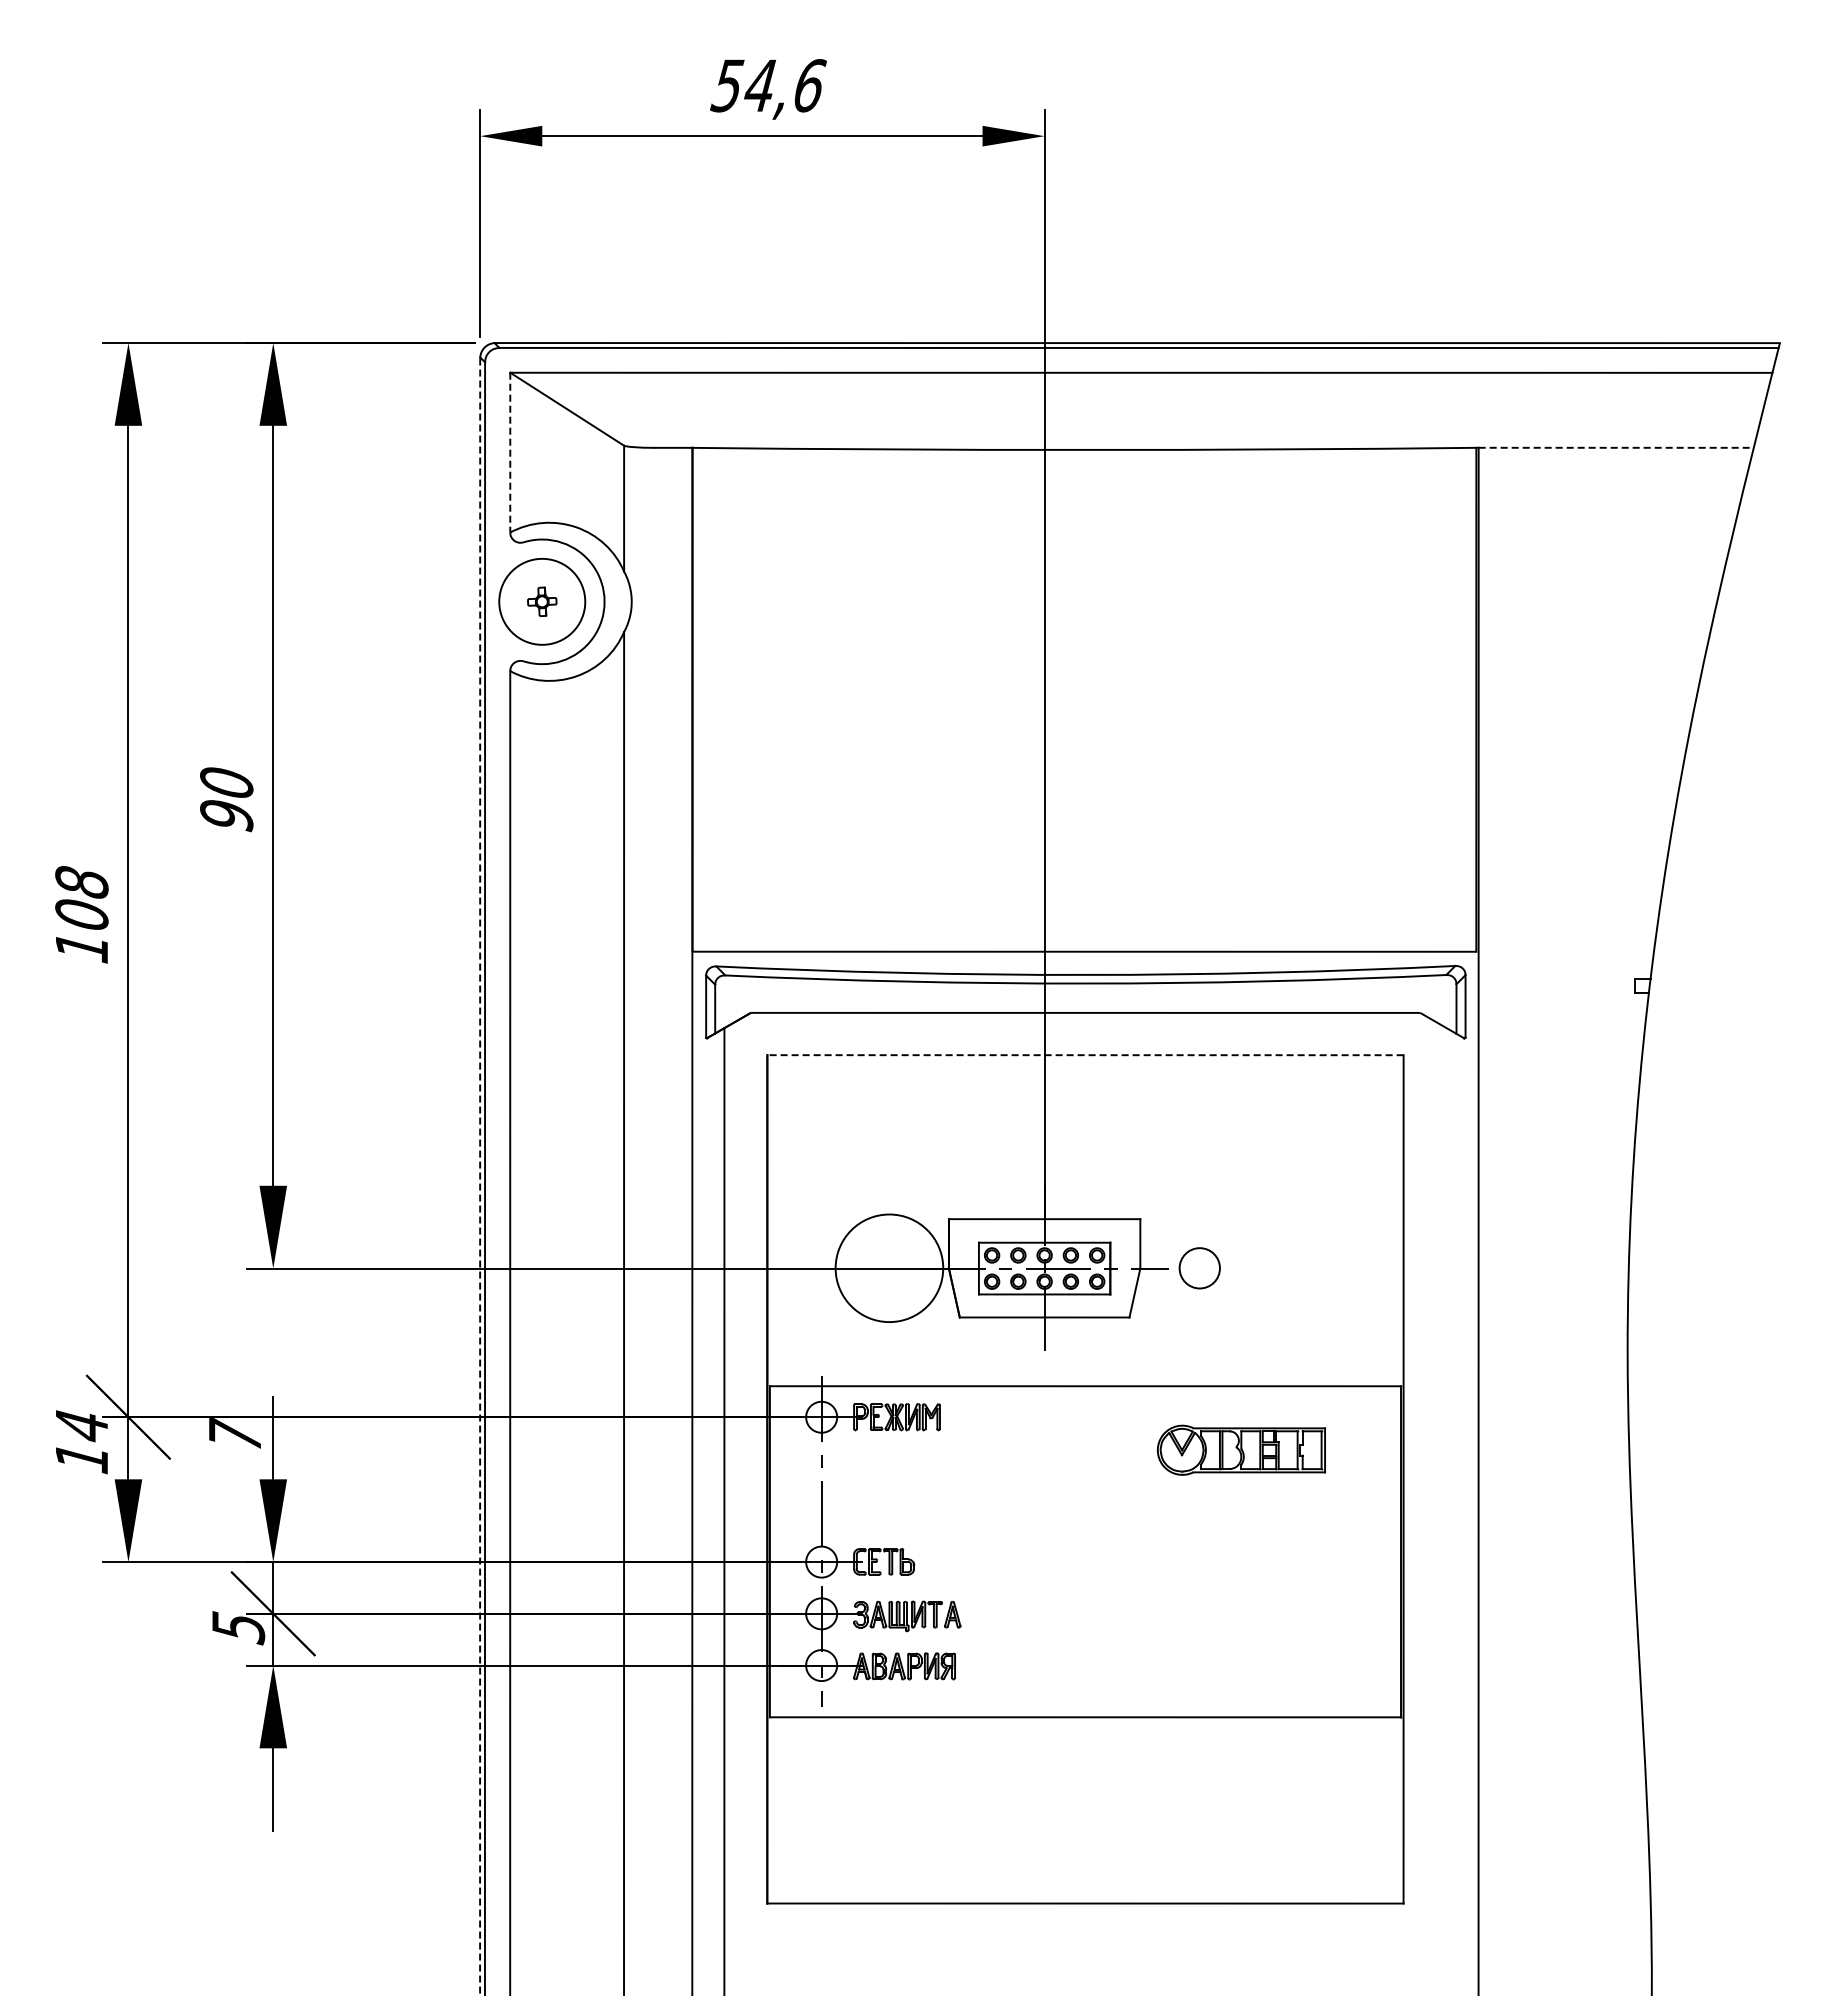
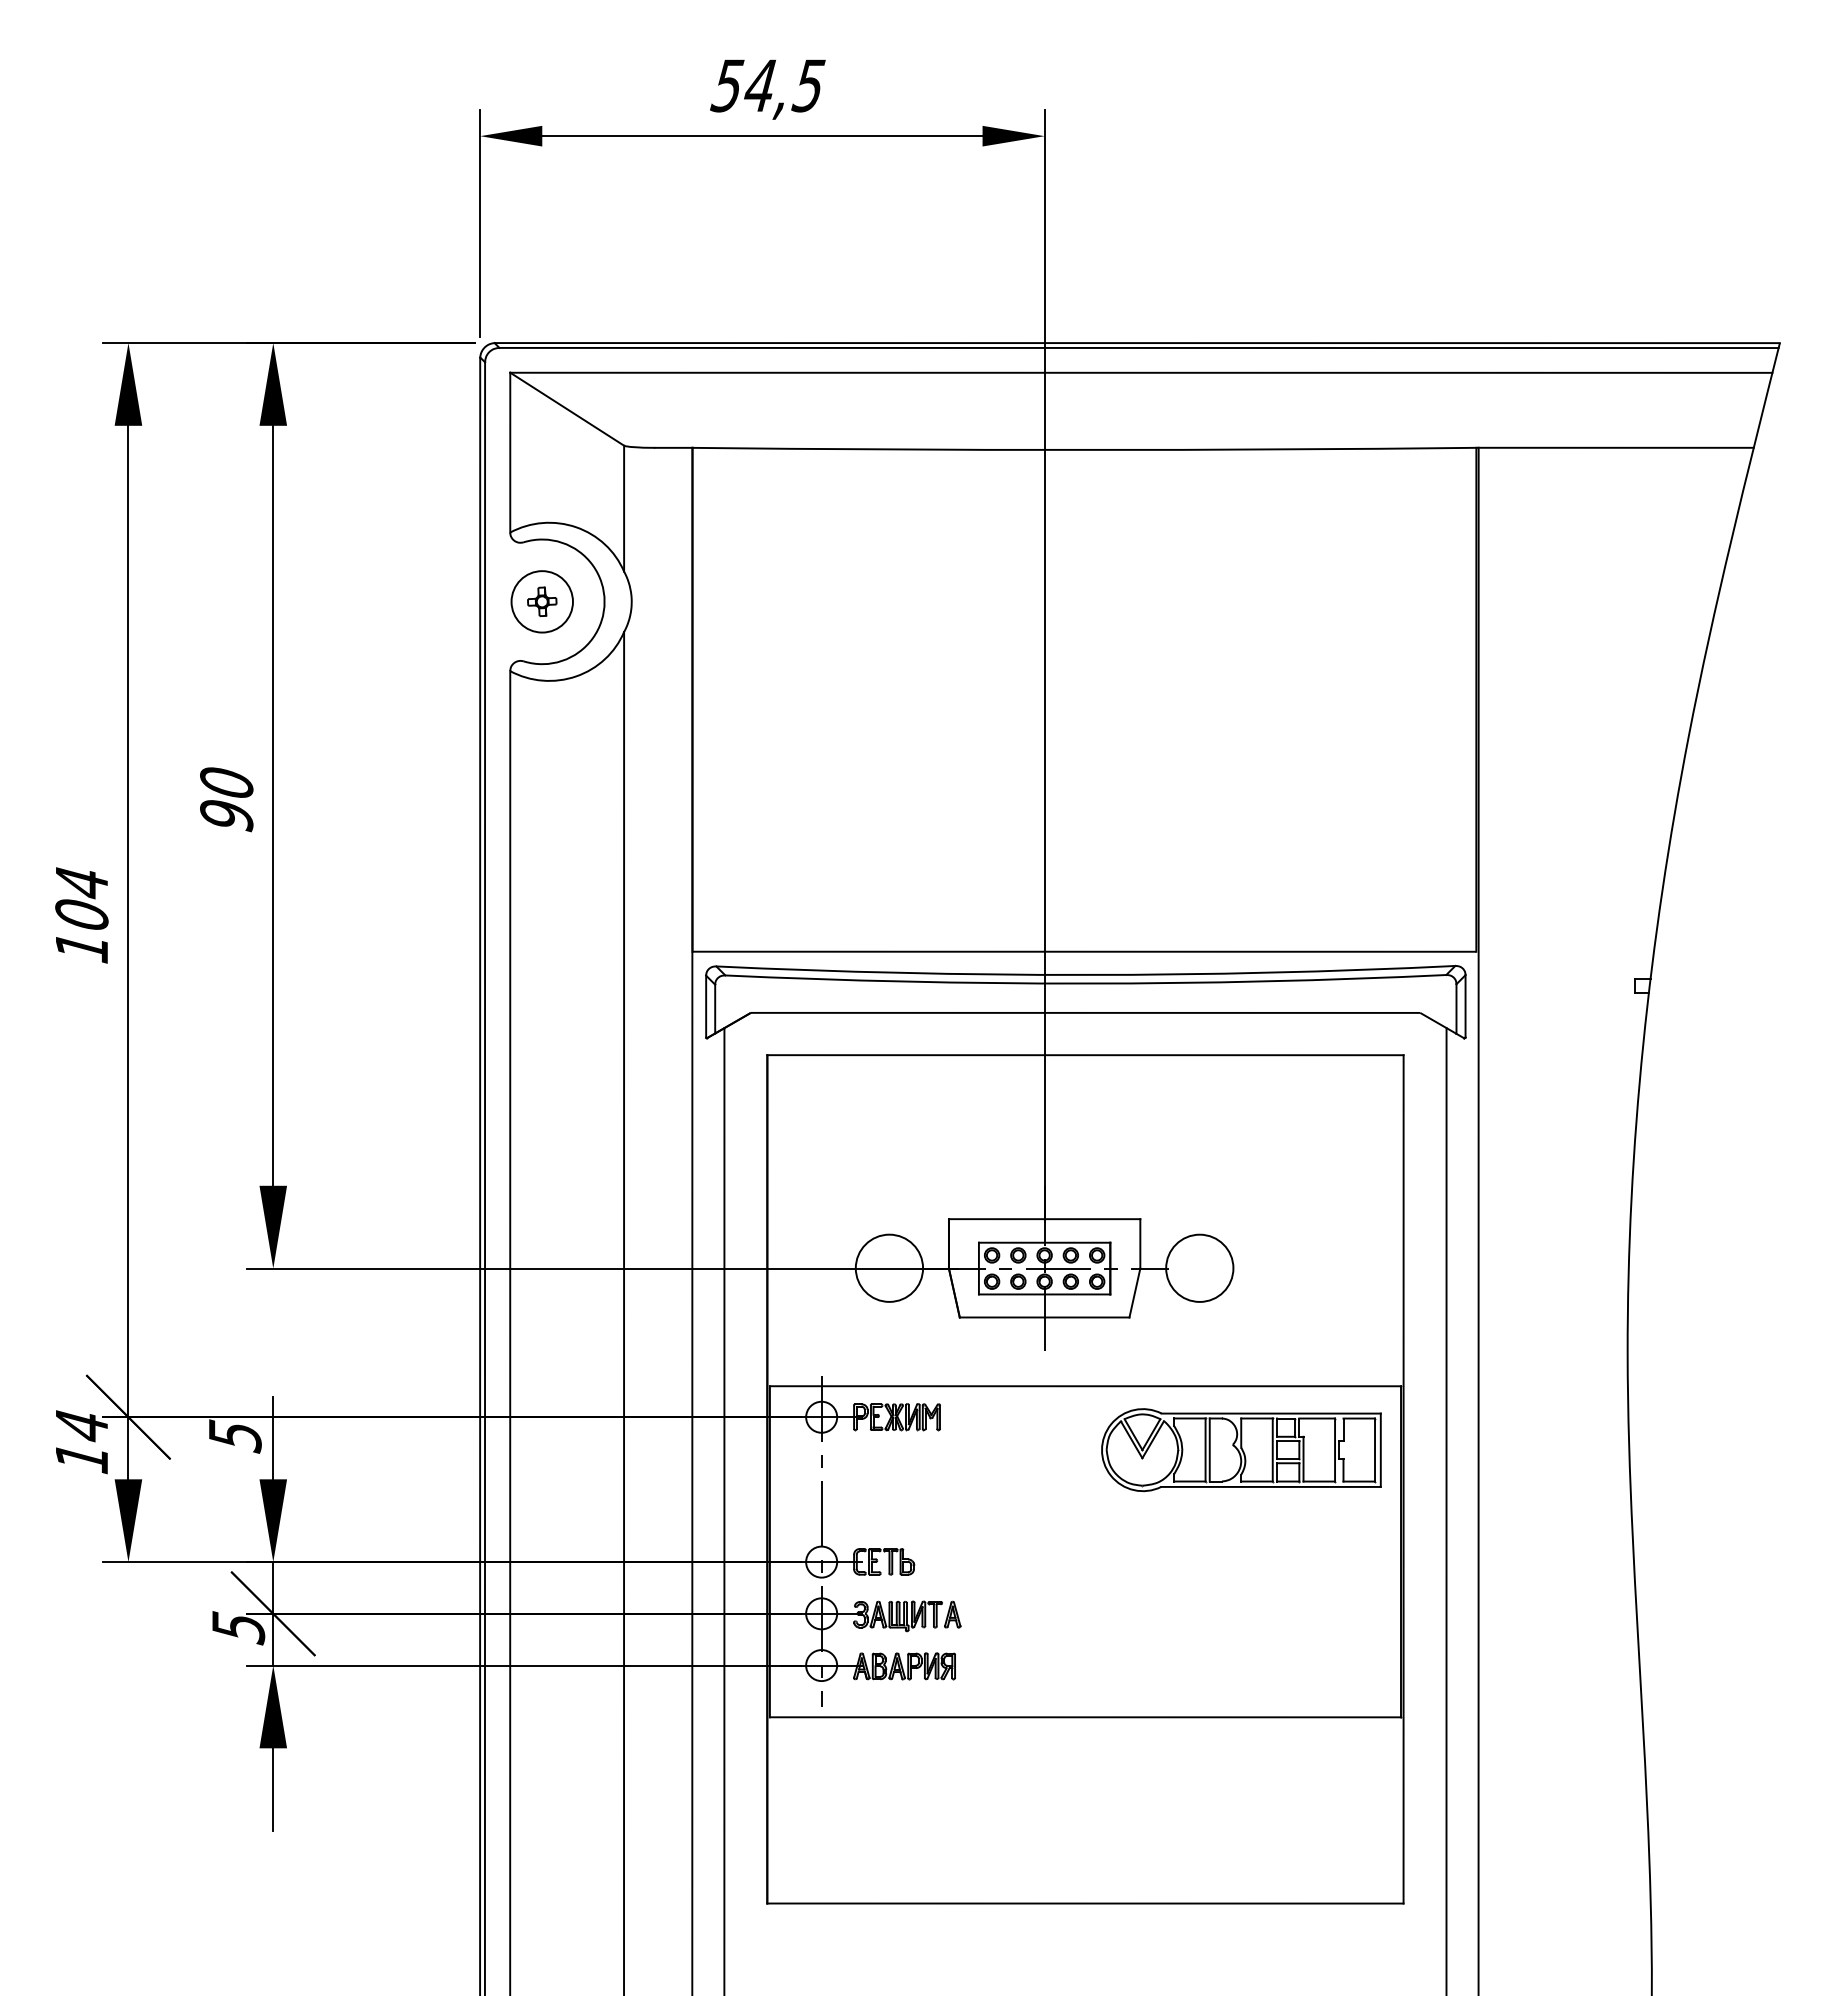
text at (808, 85): 54,6 -> 54,5
line at (1616, 447): dashed -> solid
line at (510, 452): dashed -> solid
circle at (542, 601) diameter: 86 px -> 61 px
text at (81, 882): 108 -> 104
line at (1084, 1055): dashed -> solid
line at (480, 1177): dashed -> solid
circle at (889, 1268) diameter: 108 px -> 67 px
circle at (1199, 1268) diameter: 40 px -> 67 px
text at (235, 1435): 7 -> 5
part at (1241, 1449) size: 169x52 px -> 281x85 px
line at (1446, 1510): none -> present
